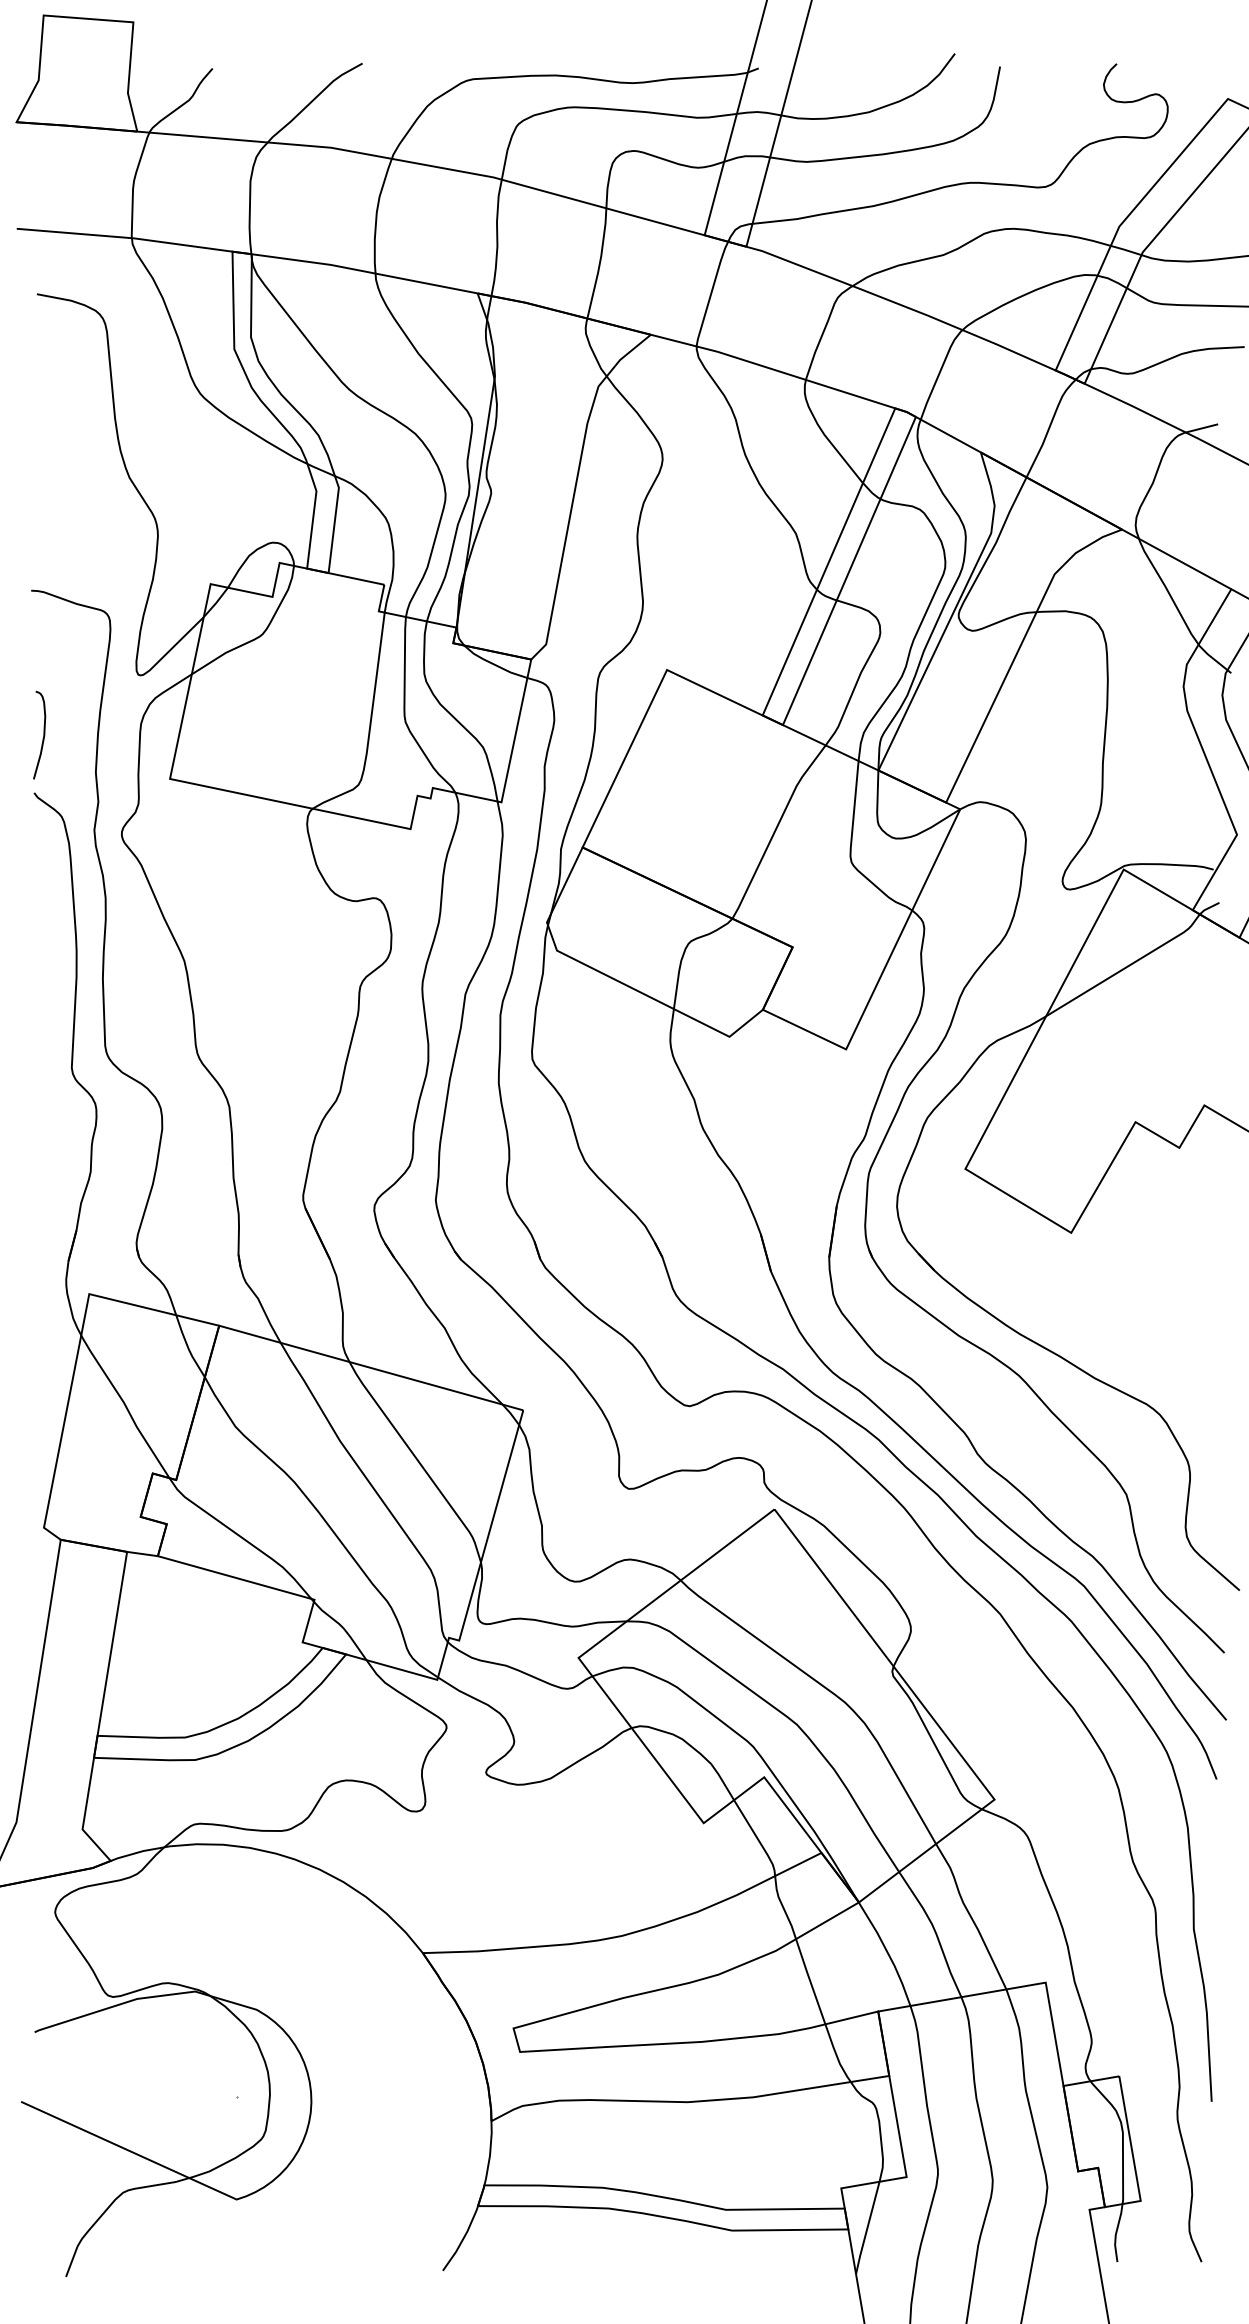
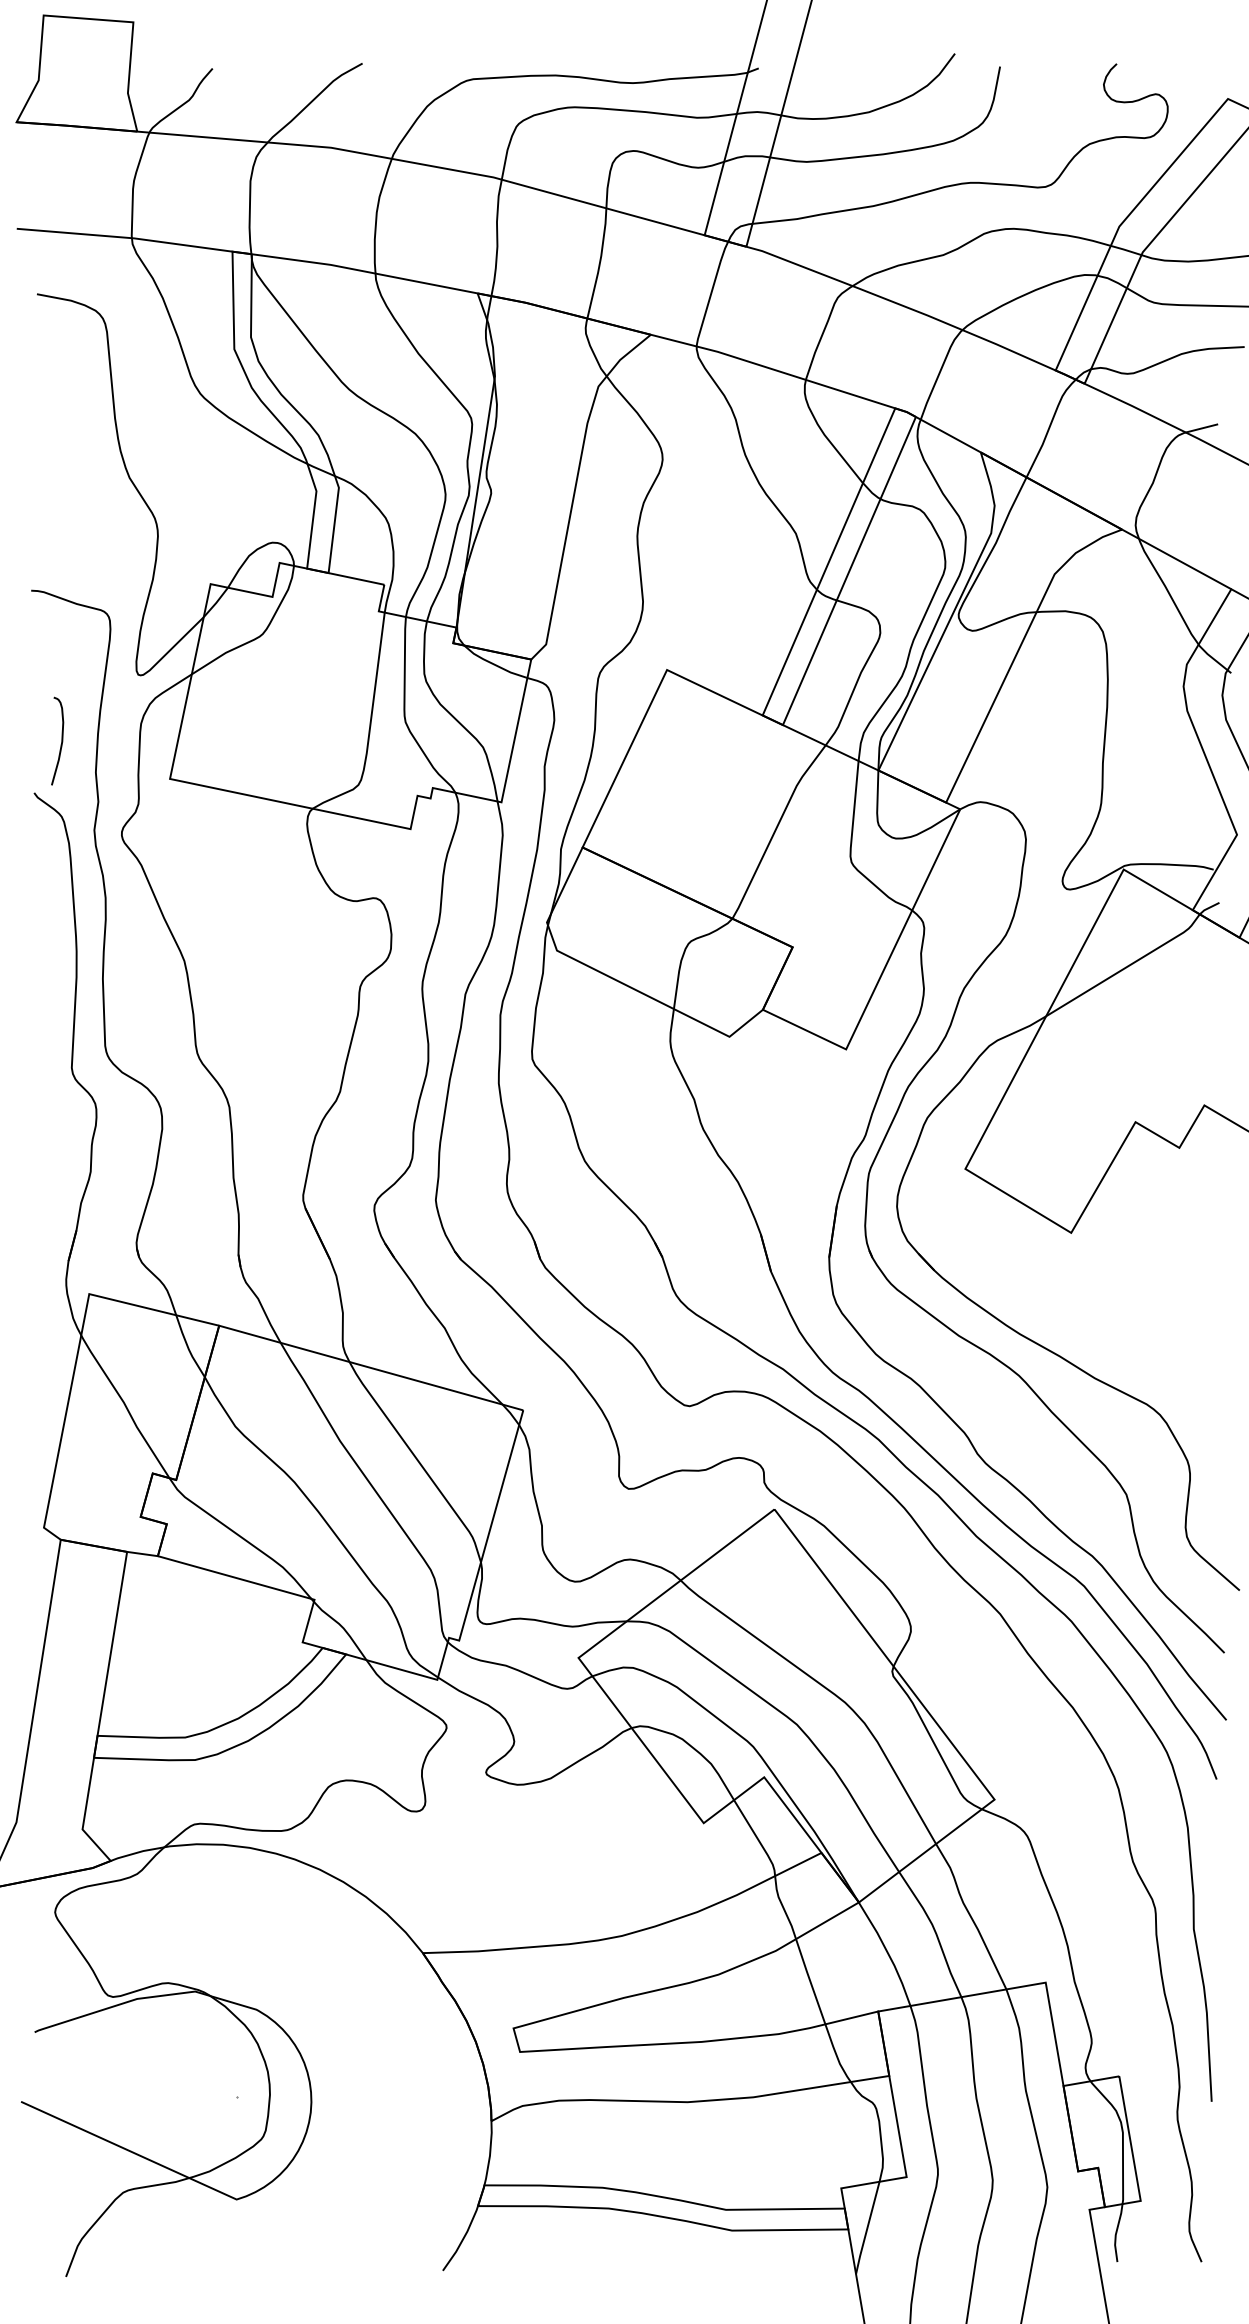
curve at (43, 734) position: (43, 734) -> (61, 740)
